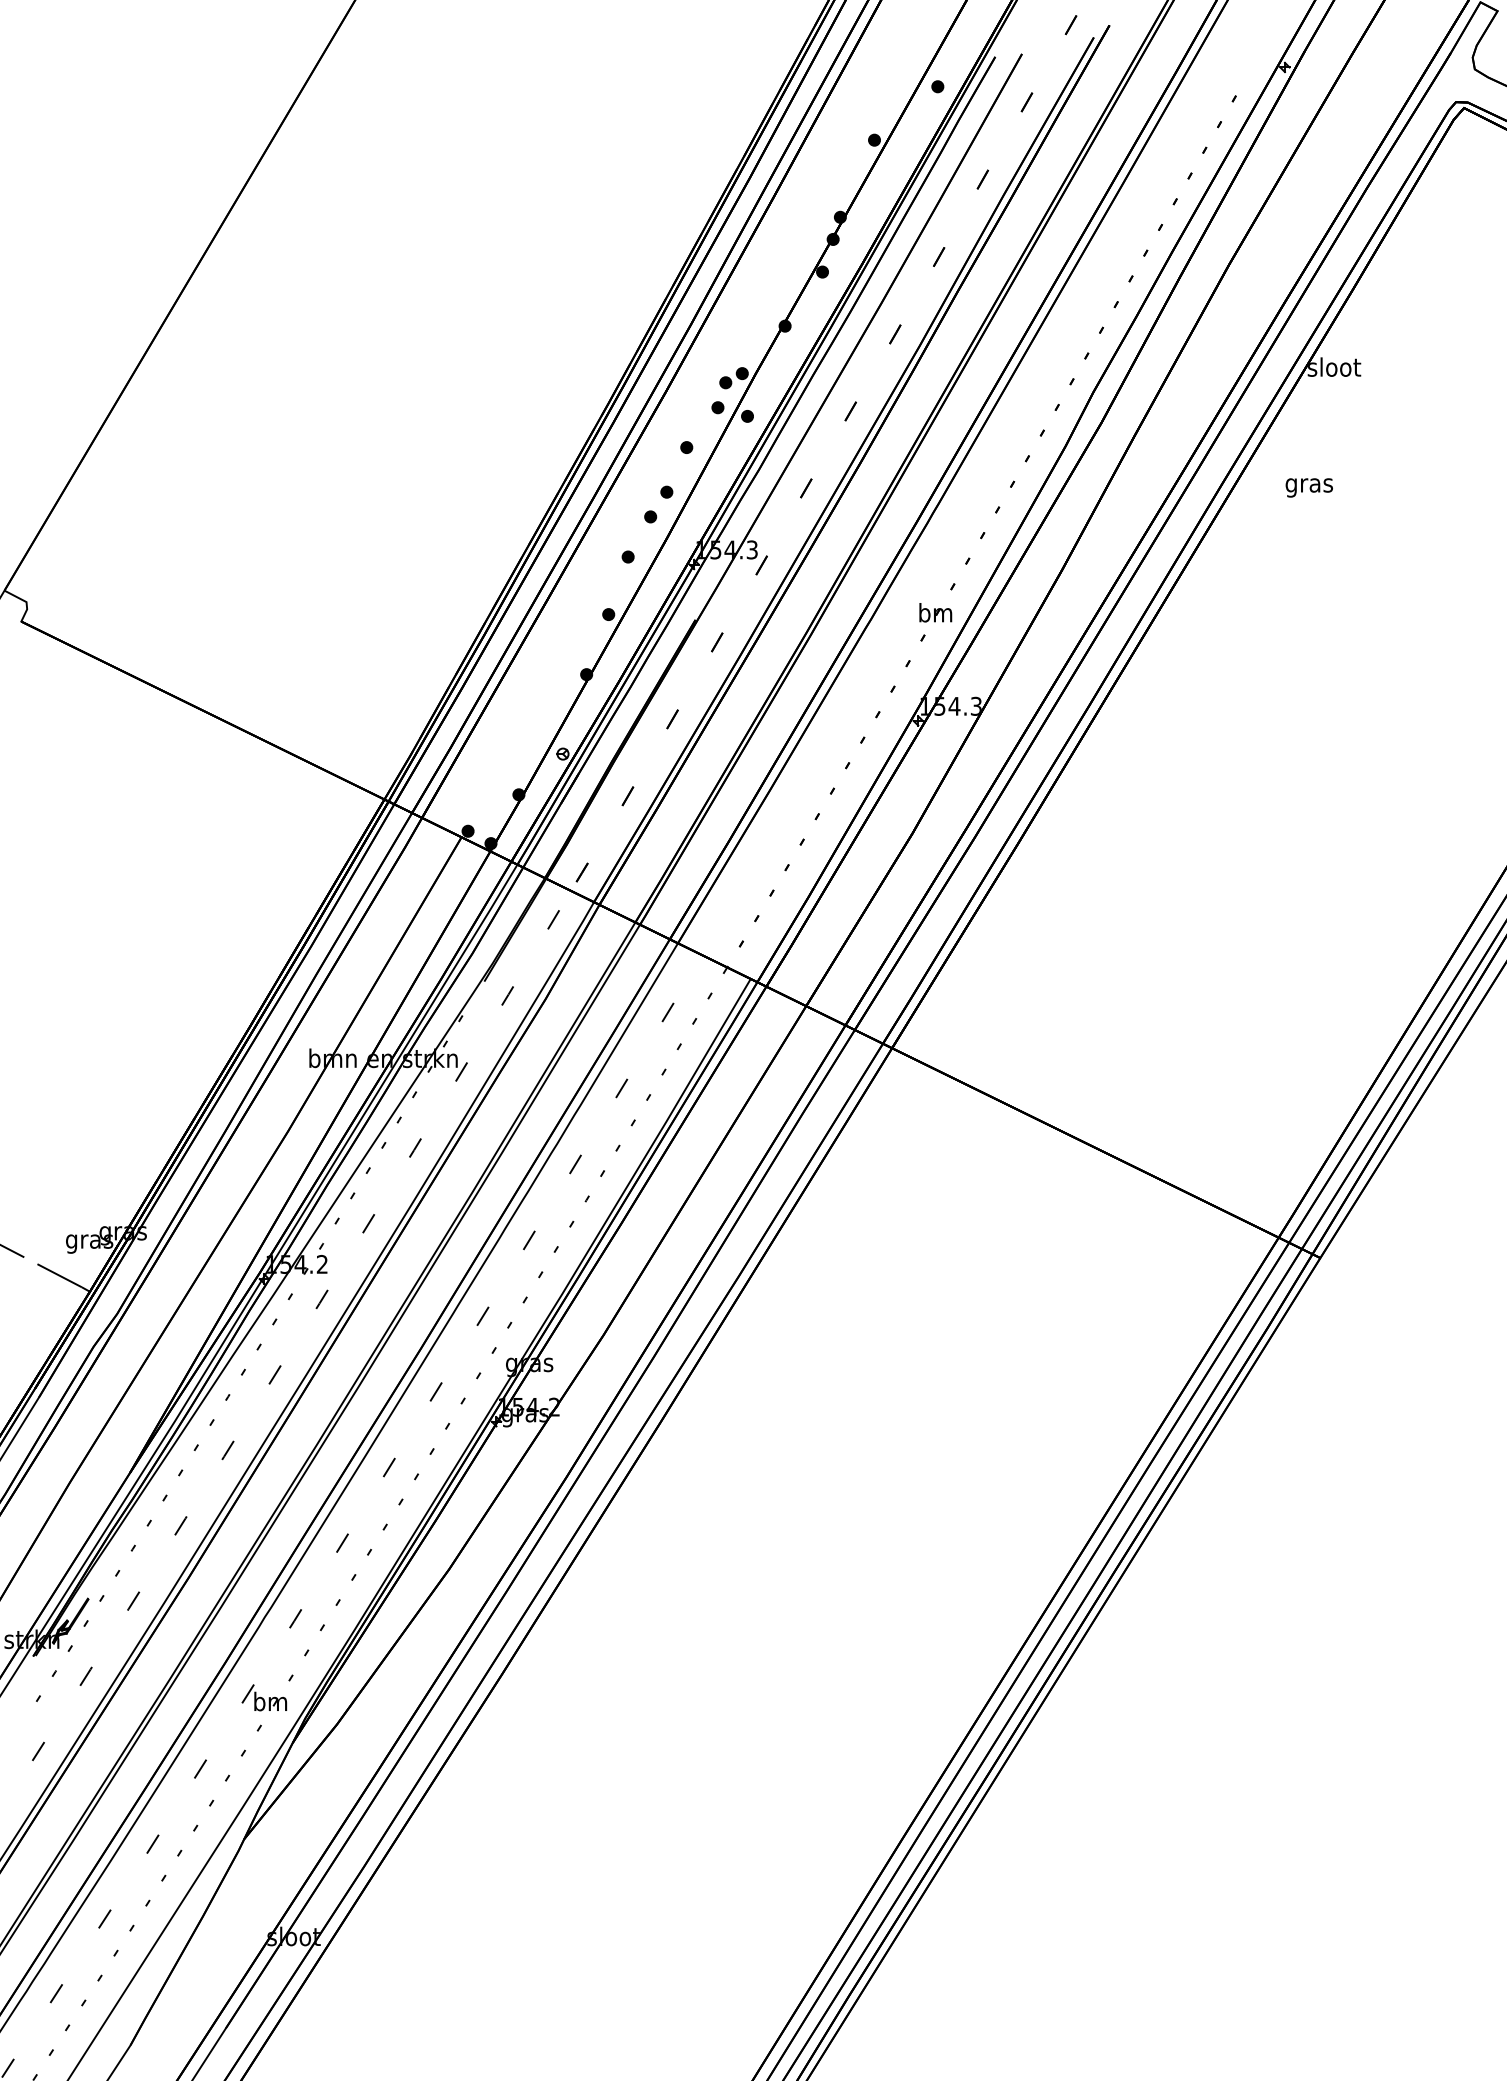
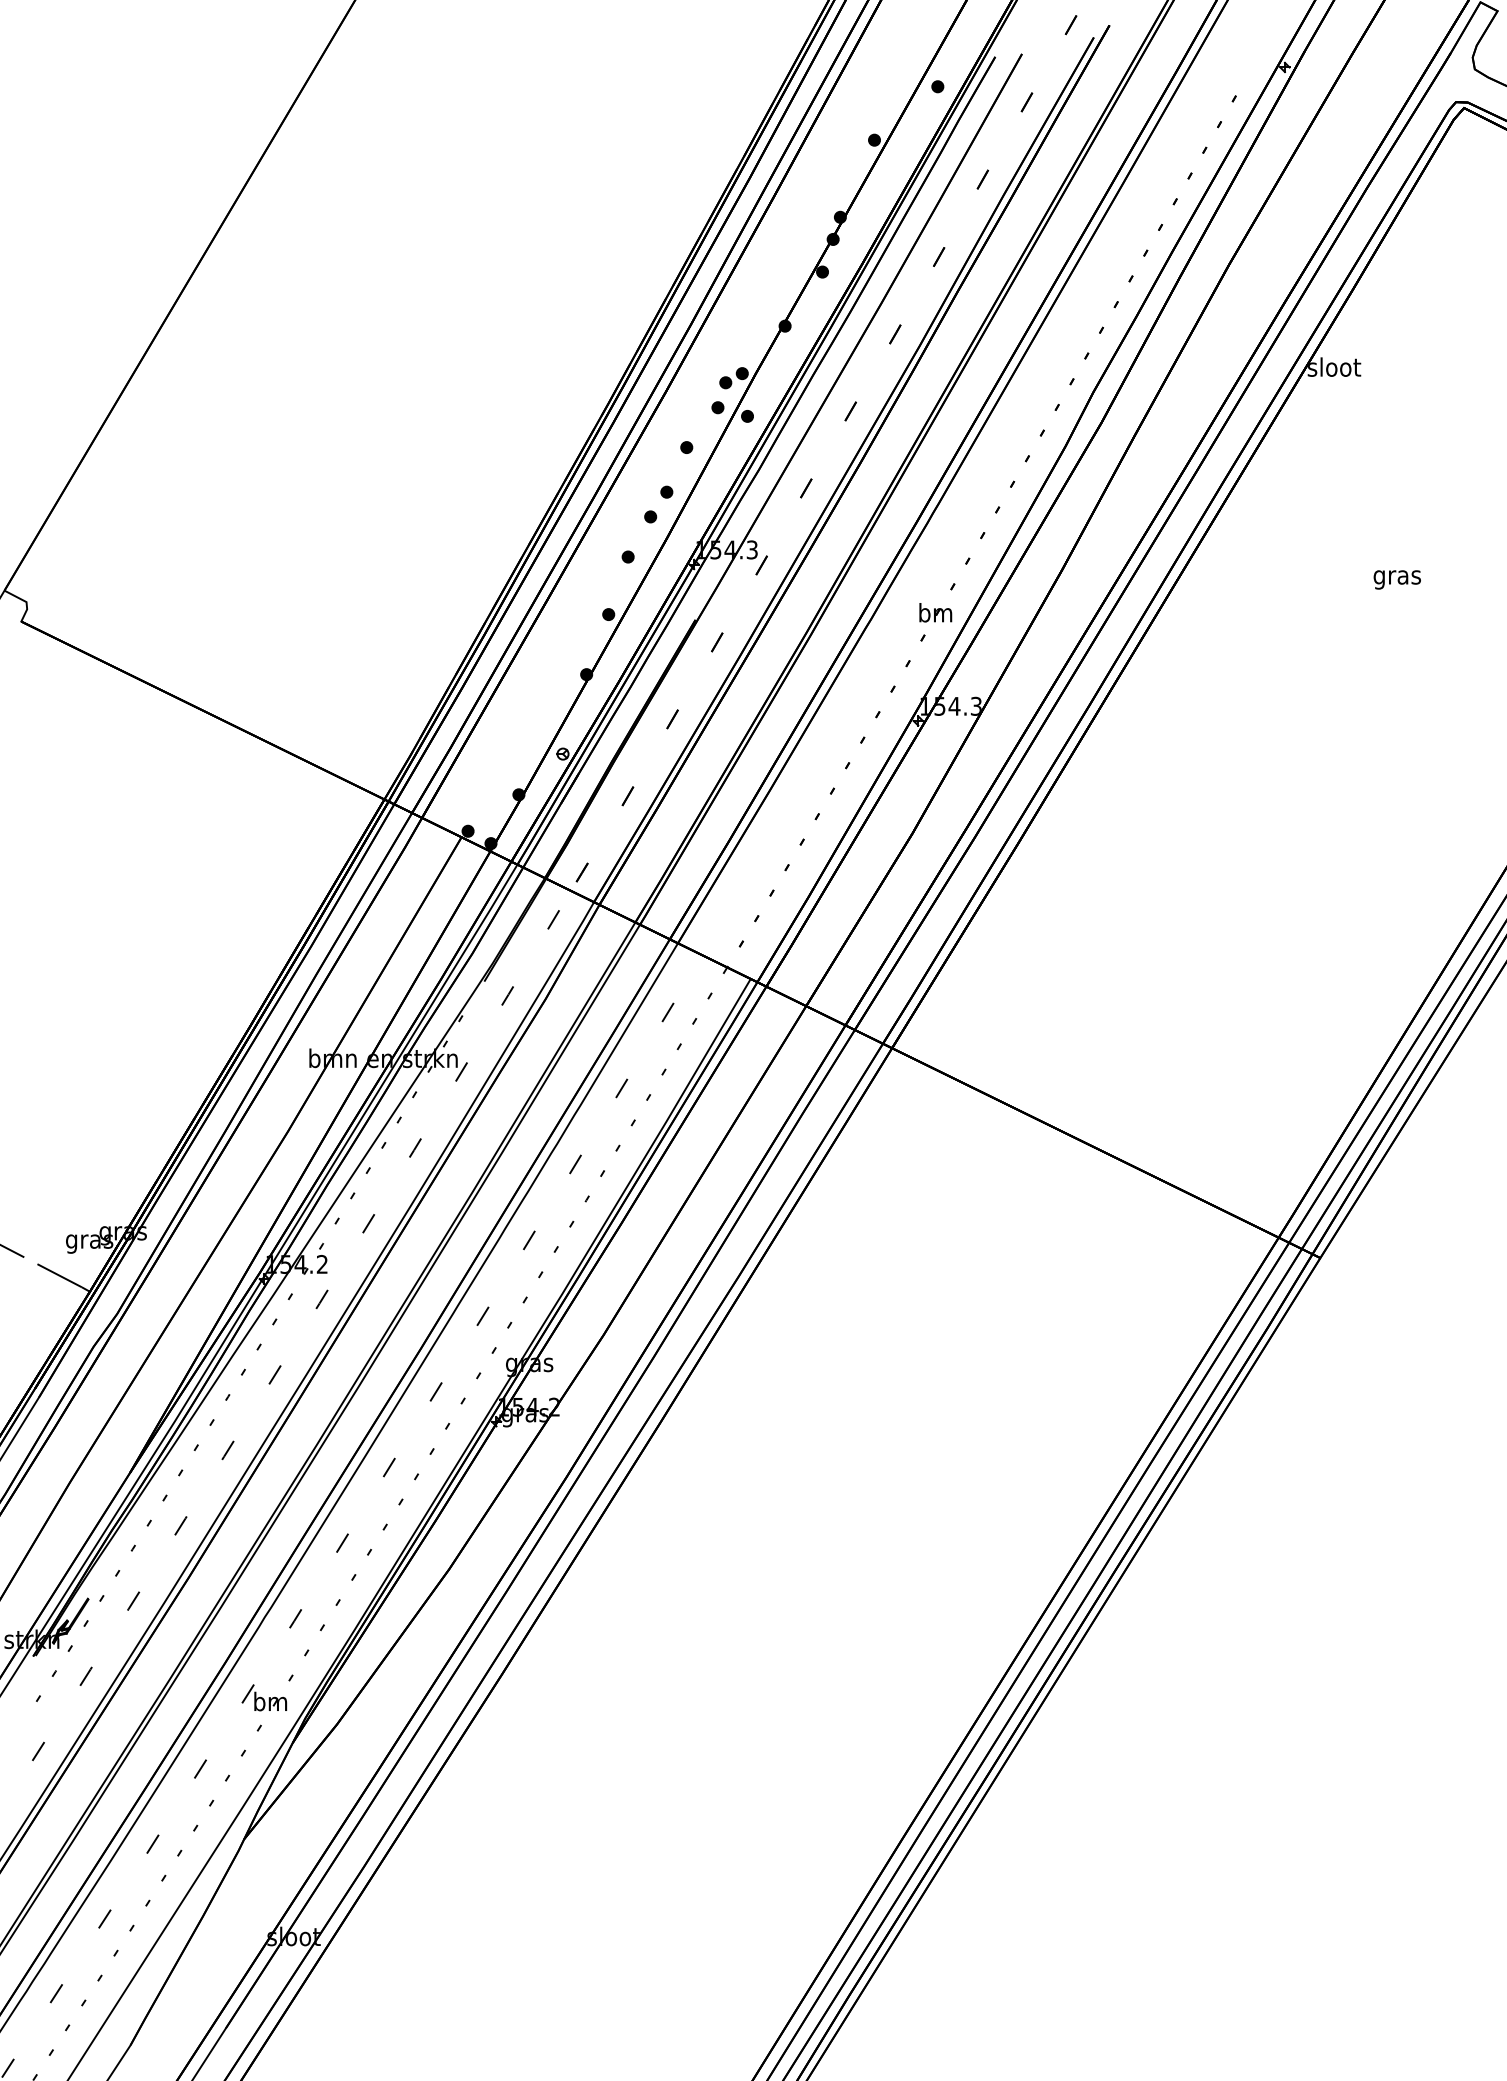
text at (1308, 487) position: (1308, 487) -> (1396, 579)
